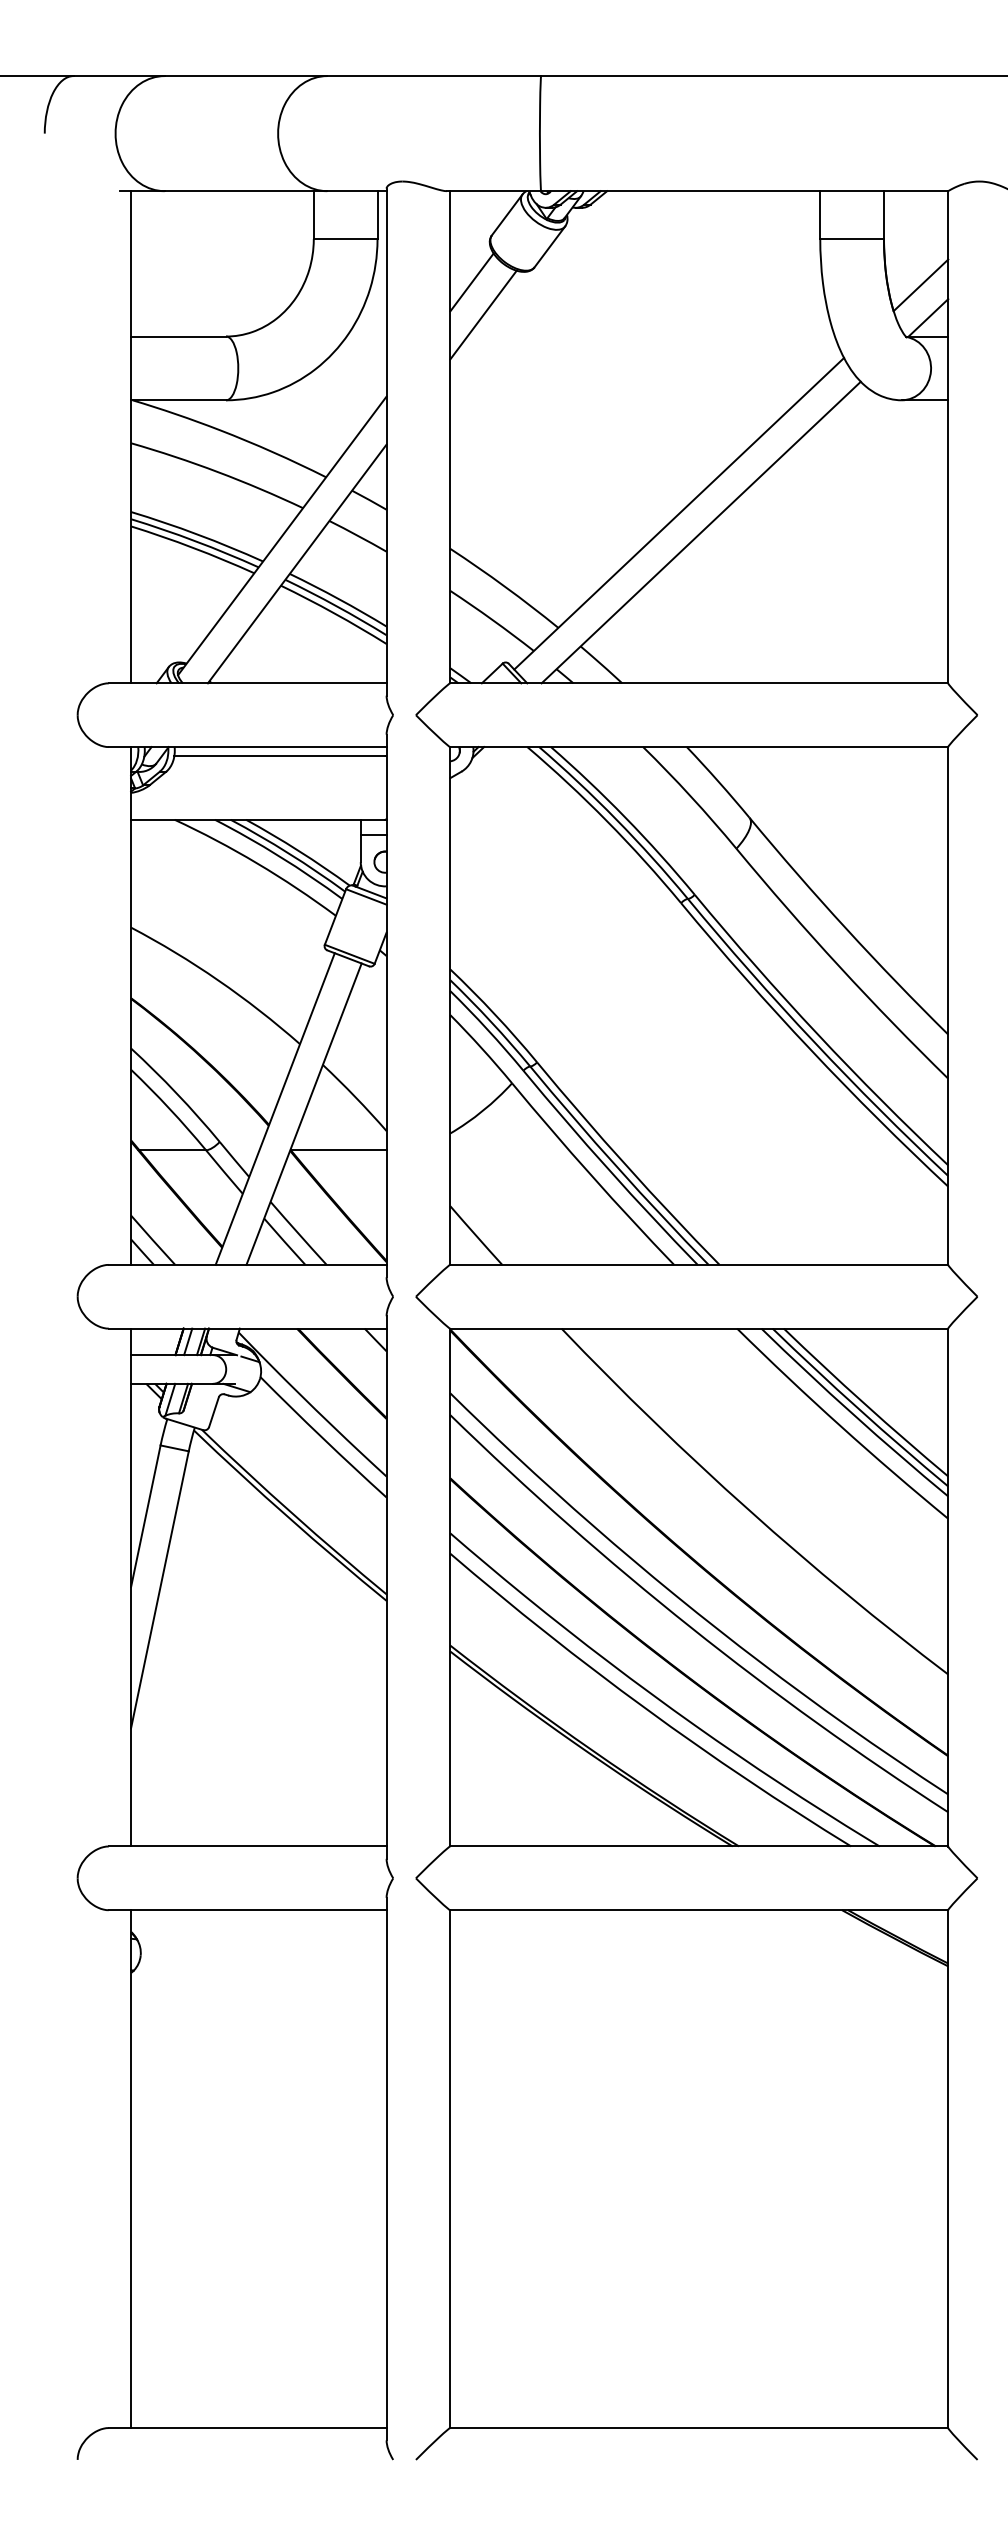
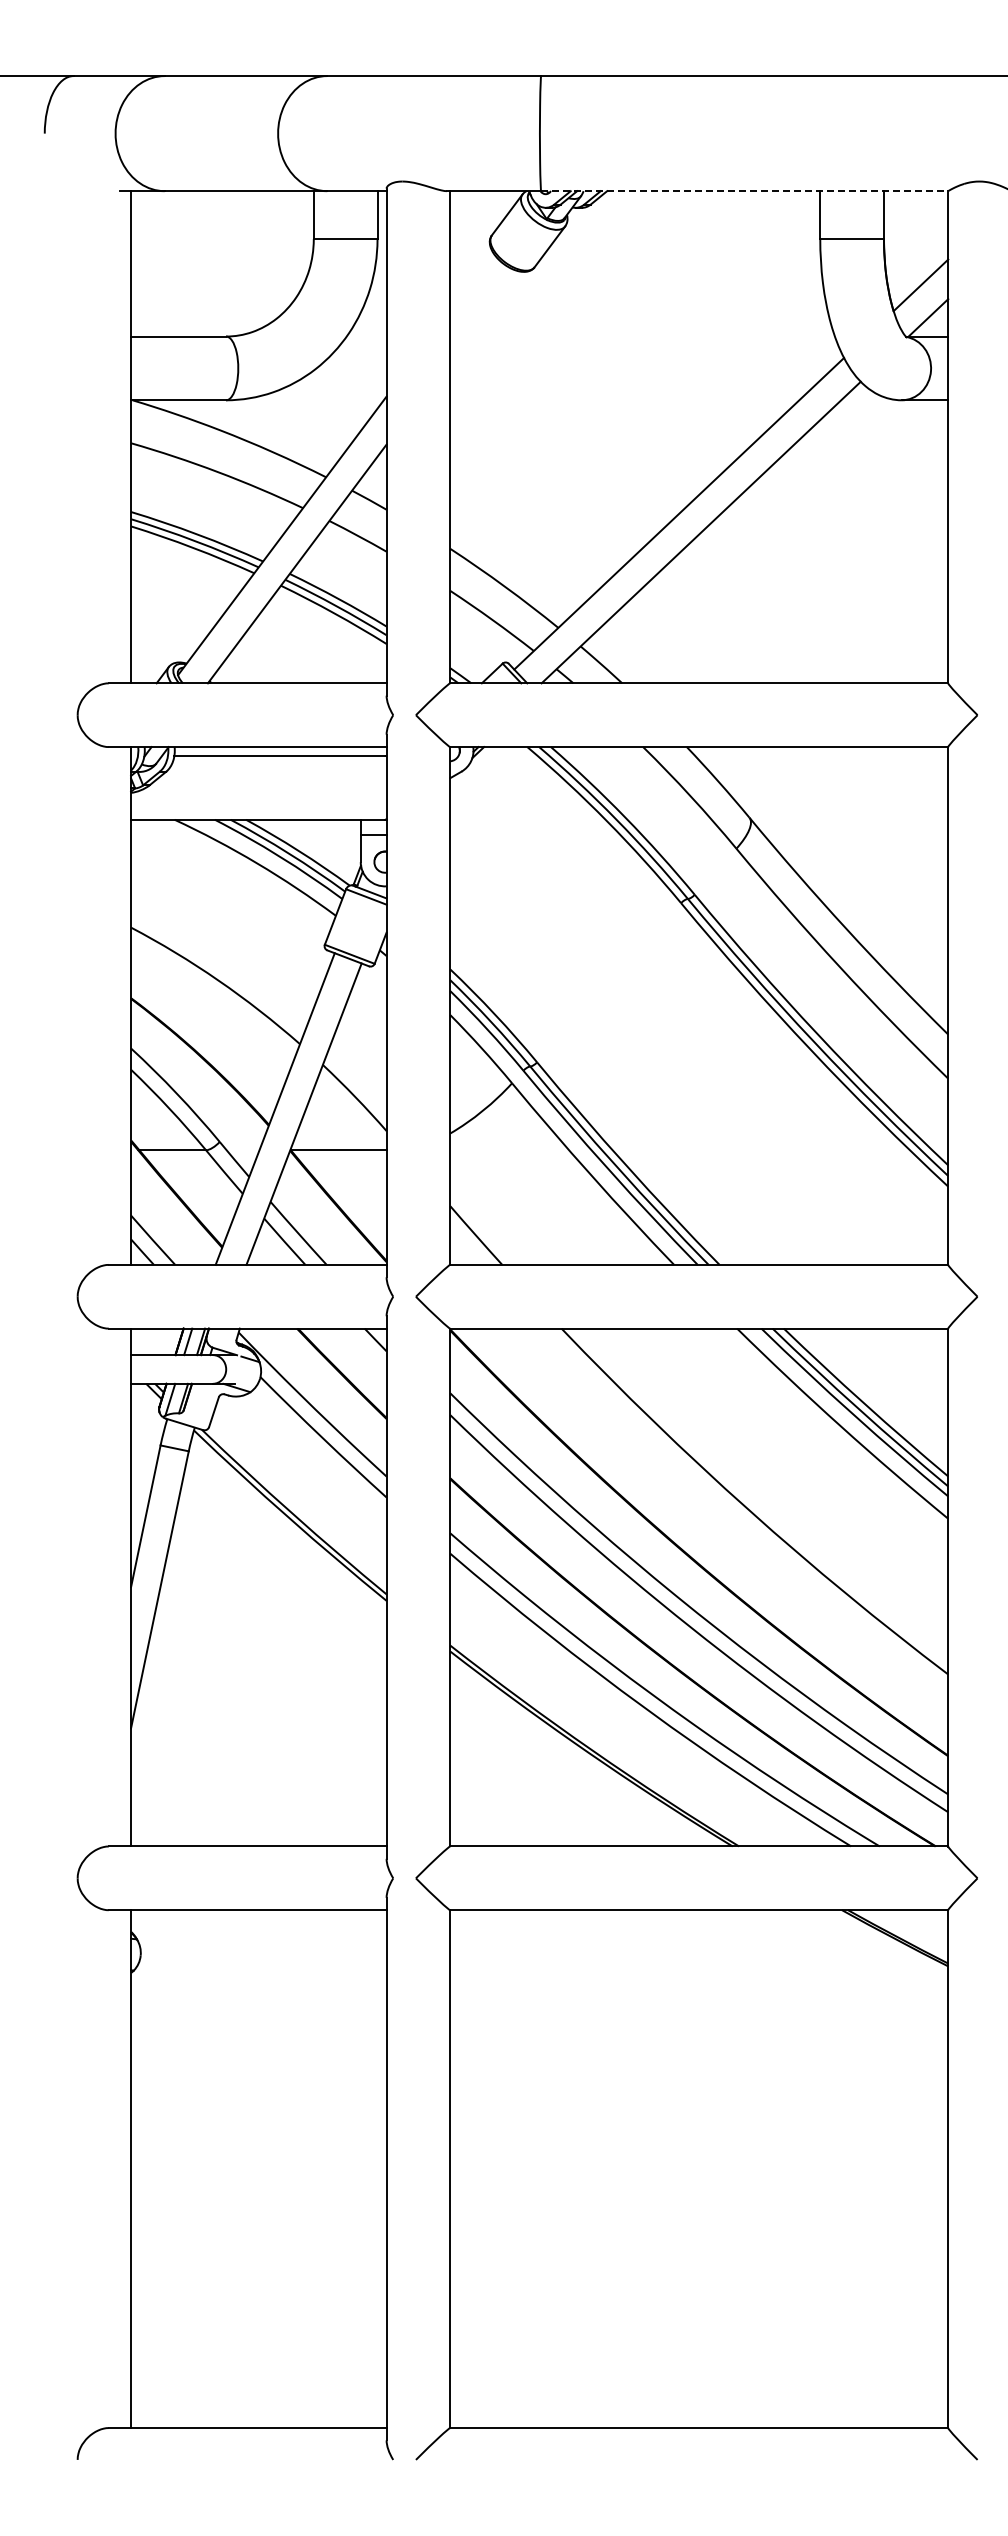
line at (745, 191): solid -> dashed
line at (471, 282): present -> none
line at (483, 314): present -> none
